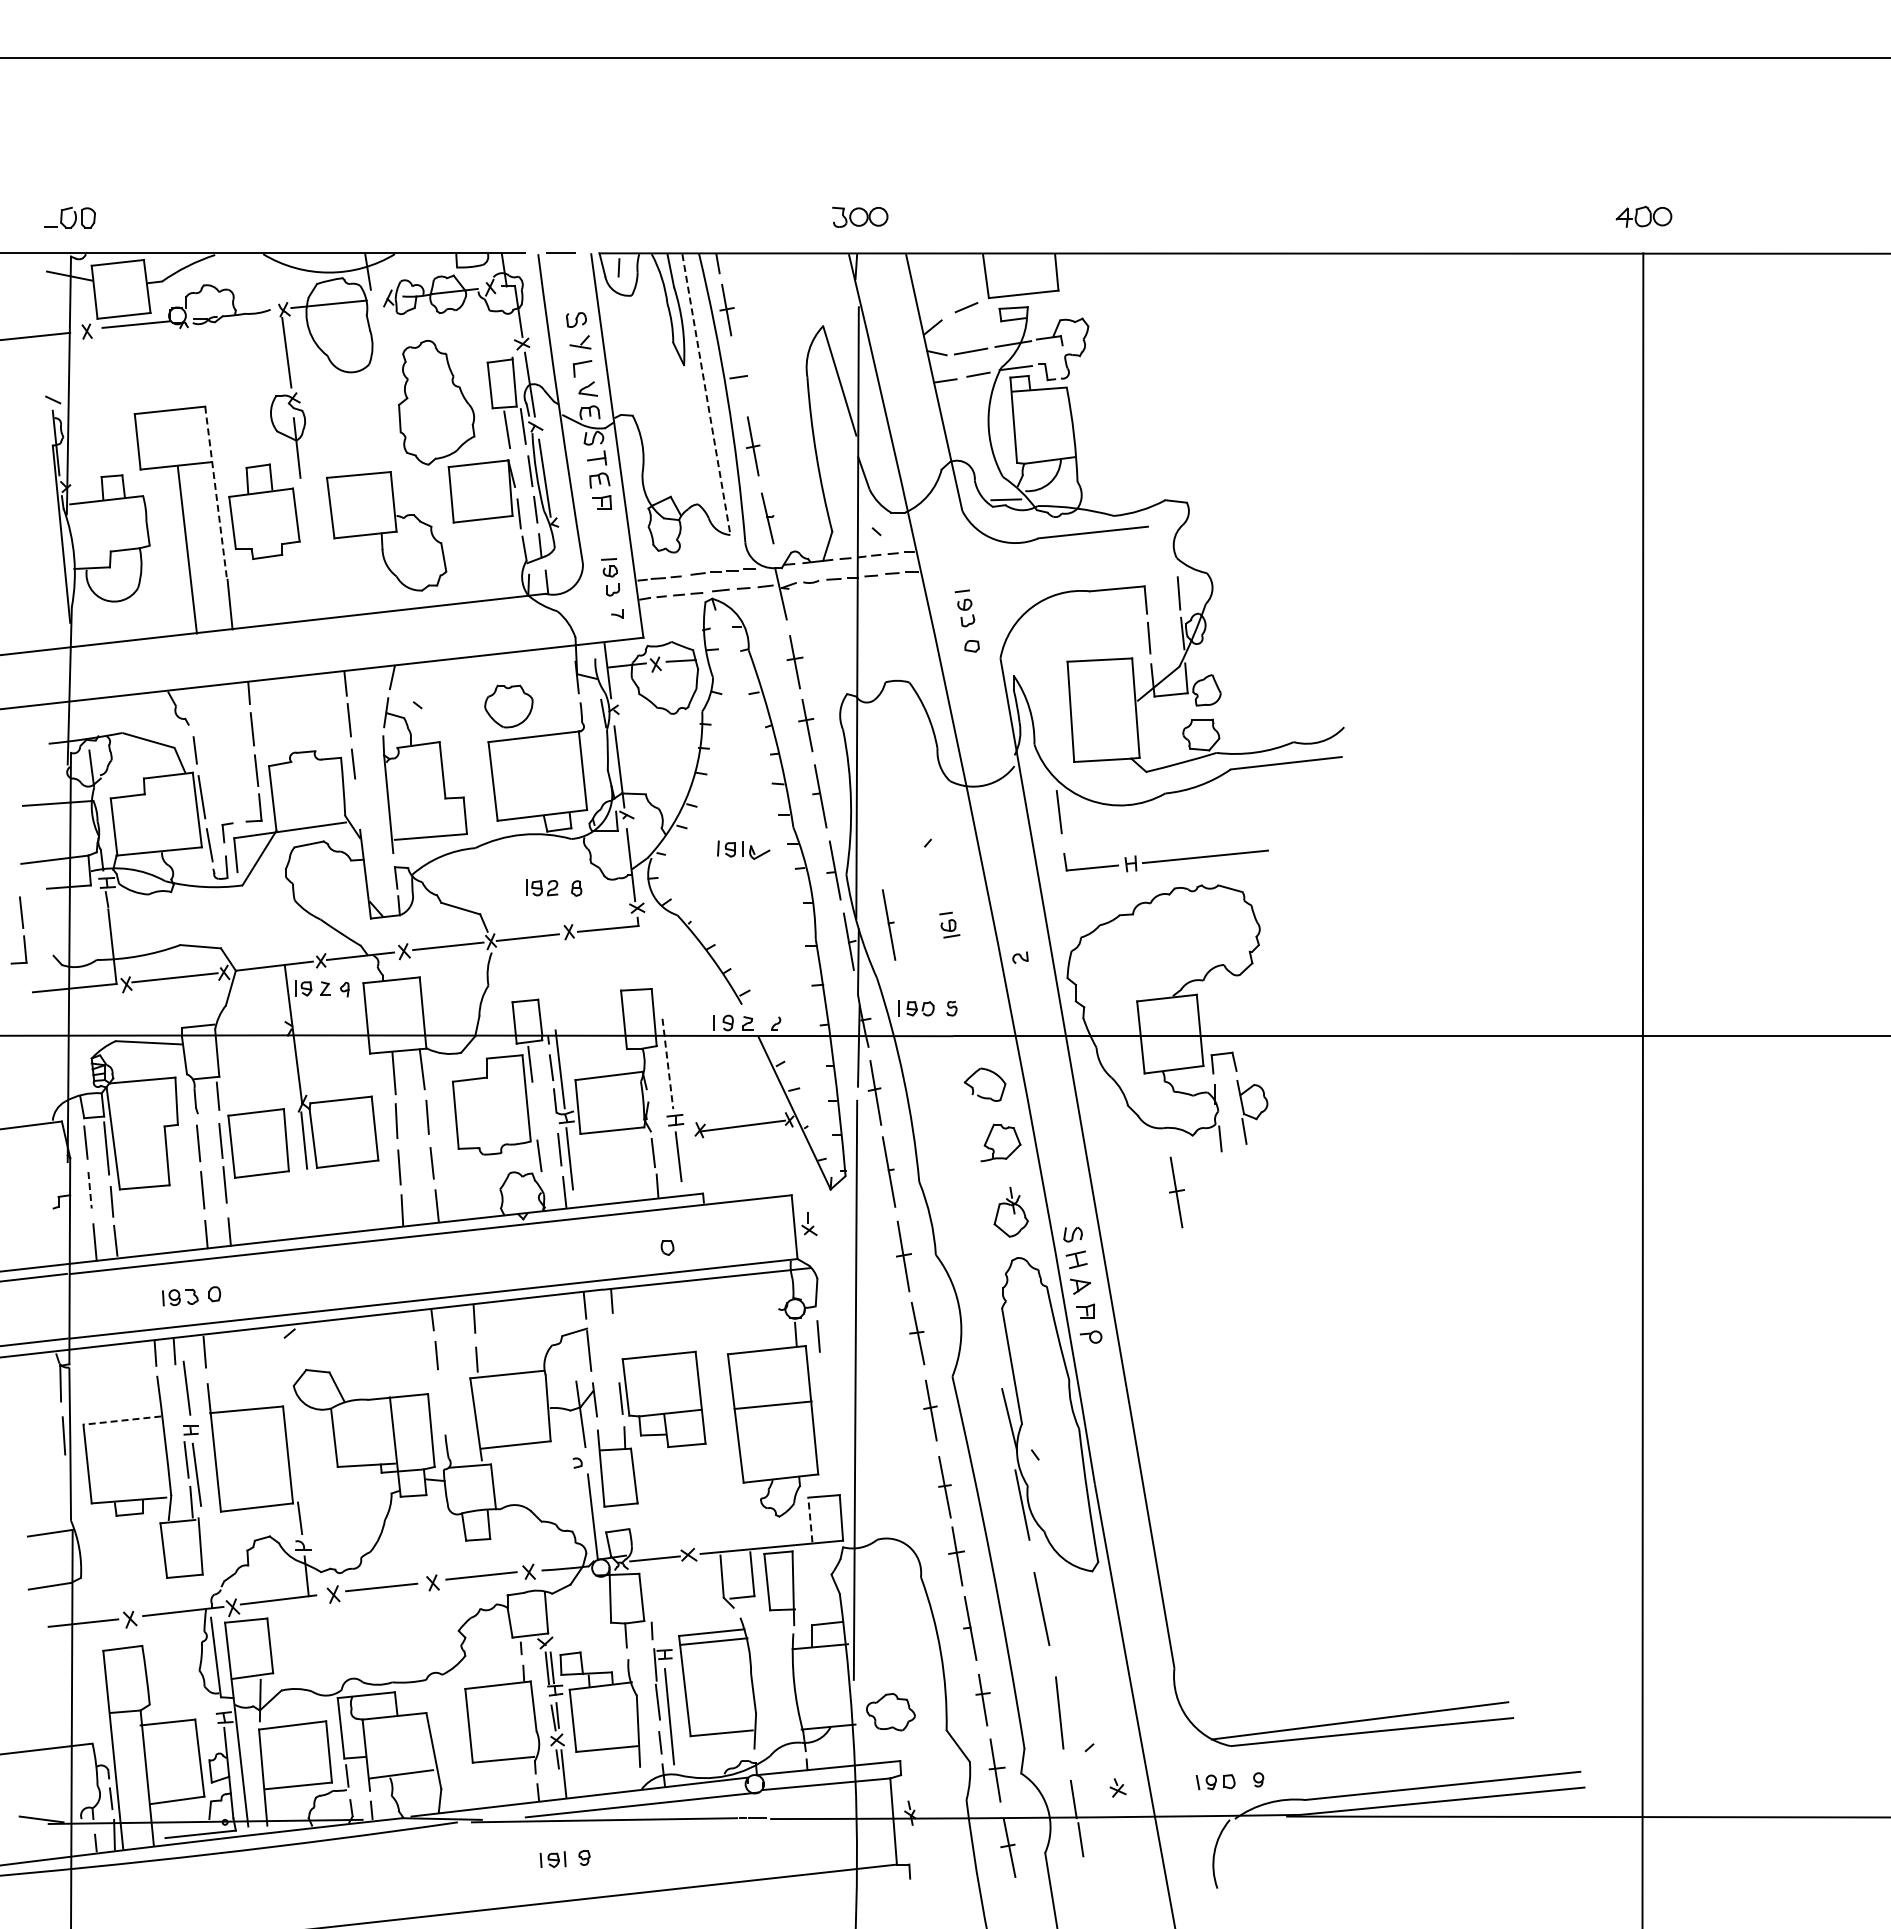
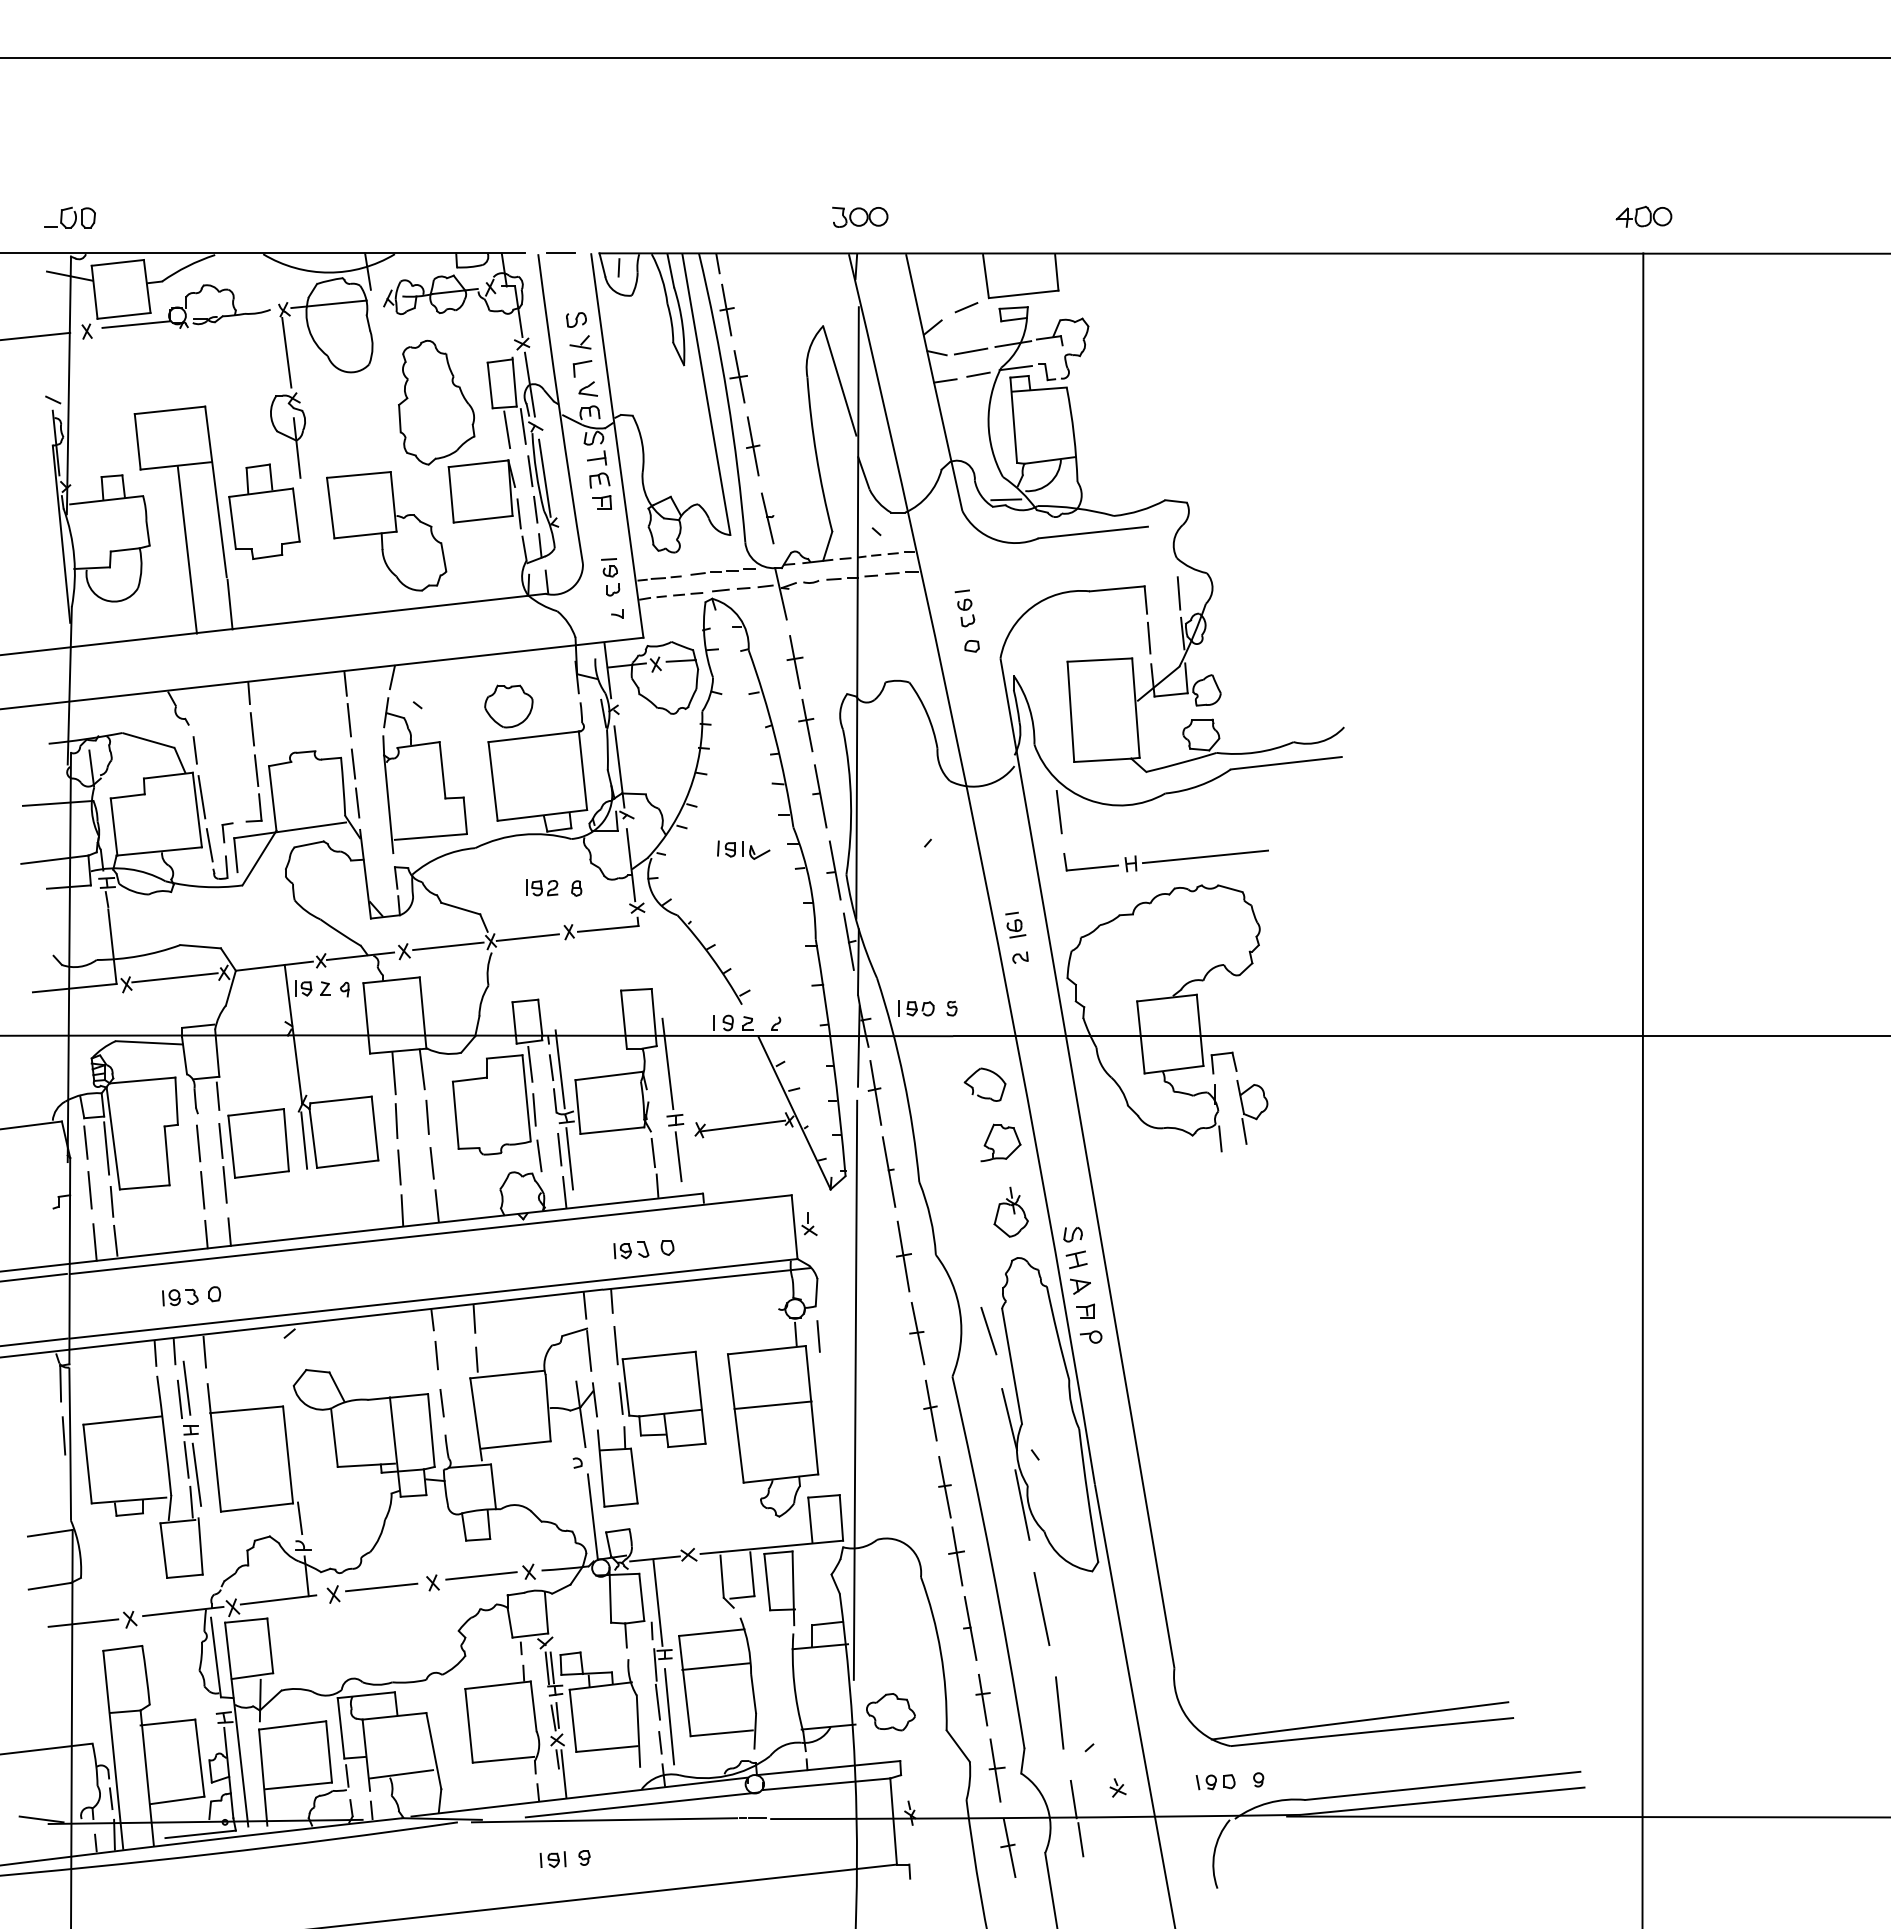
line at (739, 376): none -> present
line at (706, 395): dashed -> solid
line at (216, 492): dashed -> solid
line at (357, 802): none -> present
part at (889, 924): present -> none
part at (949, 924) position: (949, 924) -> (1015, 924)
part at (18, 930): present -> none
line at (667, 1064): dashed -> solid
line at (534, 1109): none -> present
line at (90, 1190): dashed -> solid
part at (1176, 1192): present -> none
part at (631, 1250): none -> present
line at (988, 1330): none -> present
line at (615, 1345): none -> present
line at (179, 1399): none -> present
line at (441, 1403): none -> present
line at (121, 1420): dashed -> solid
line at (810, 1519): dashed -> solid
line at (657, 1602): none -> present
line at (713, 1641) position: (713, 1641) -> (715, 1666)
